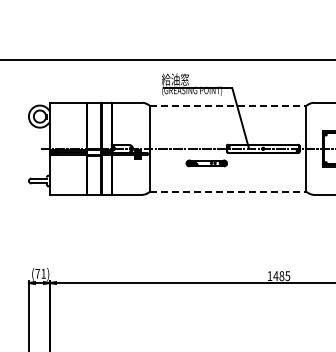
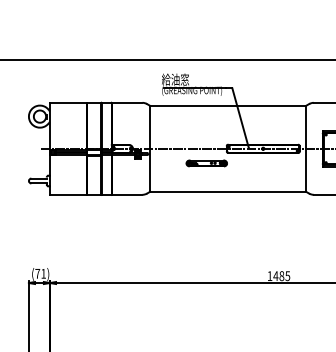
line at (228, 105): dashed -> solid
line at (228, 191): dashed -> solid
